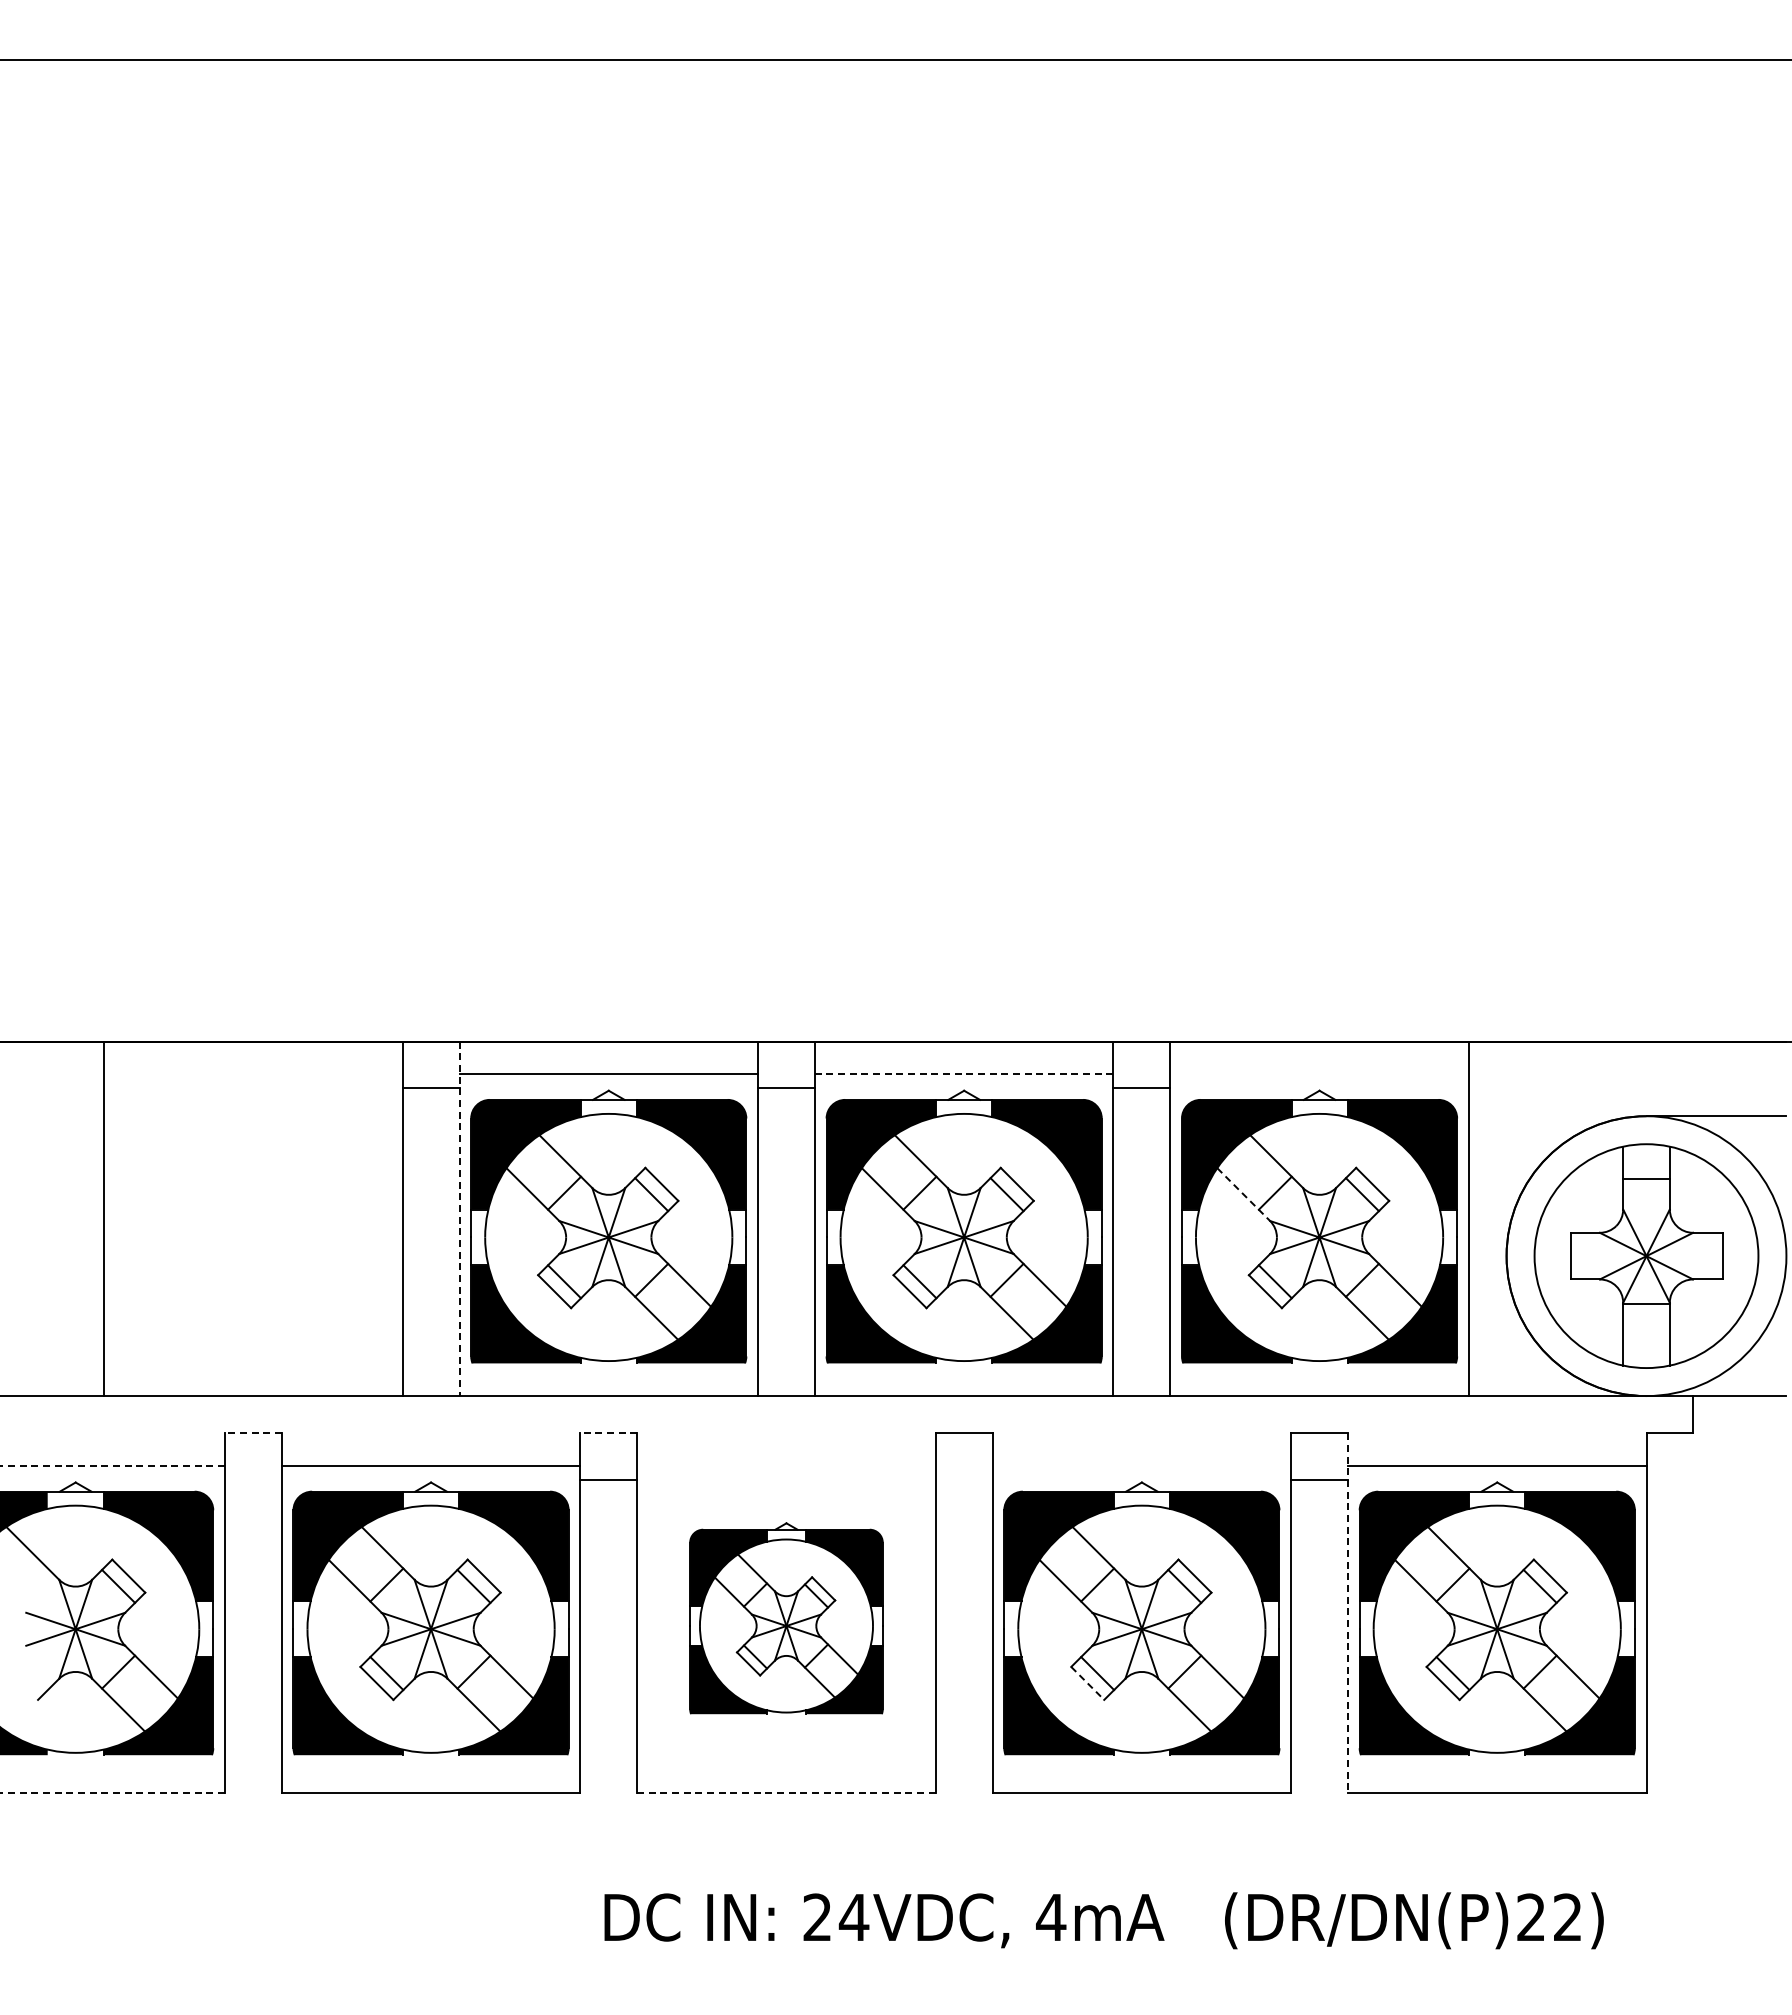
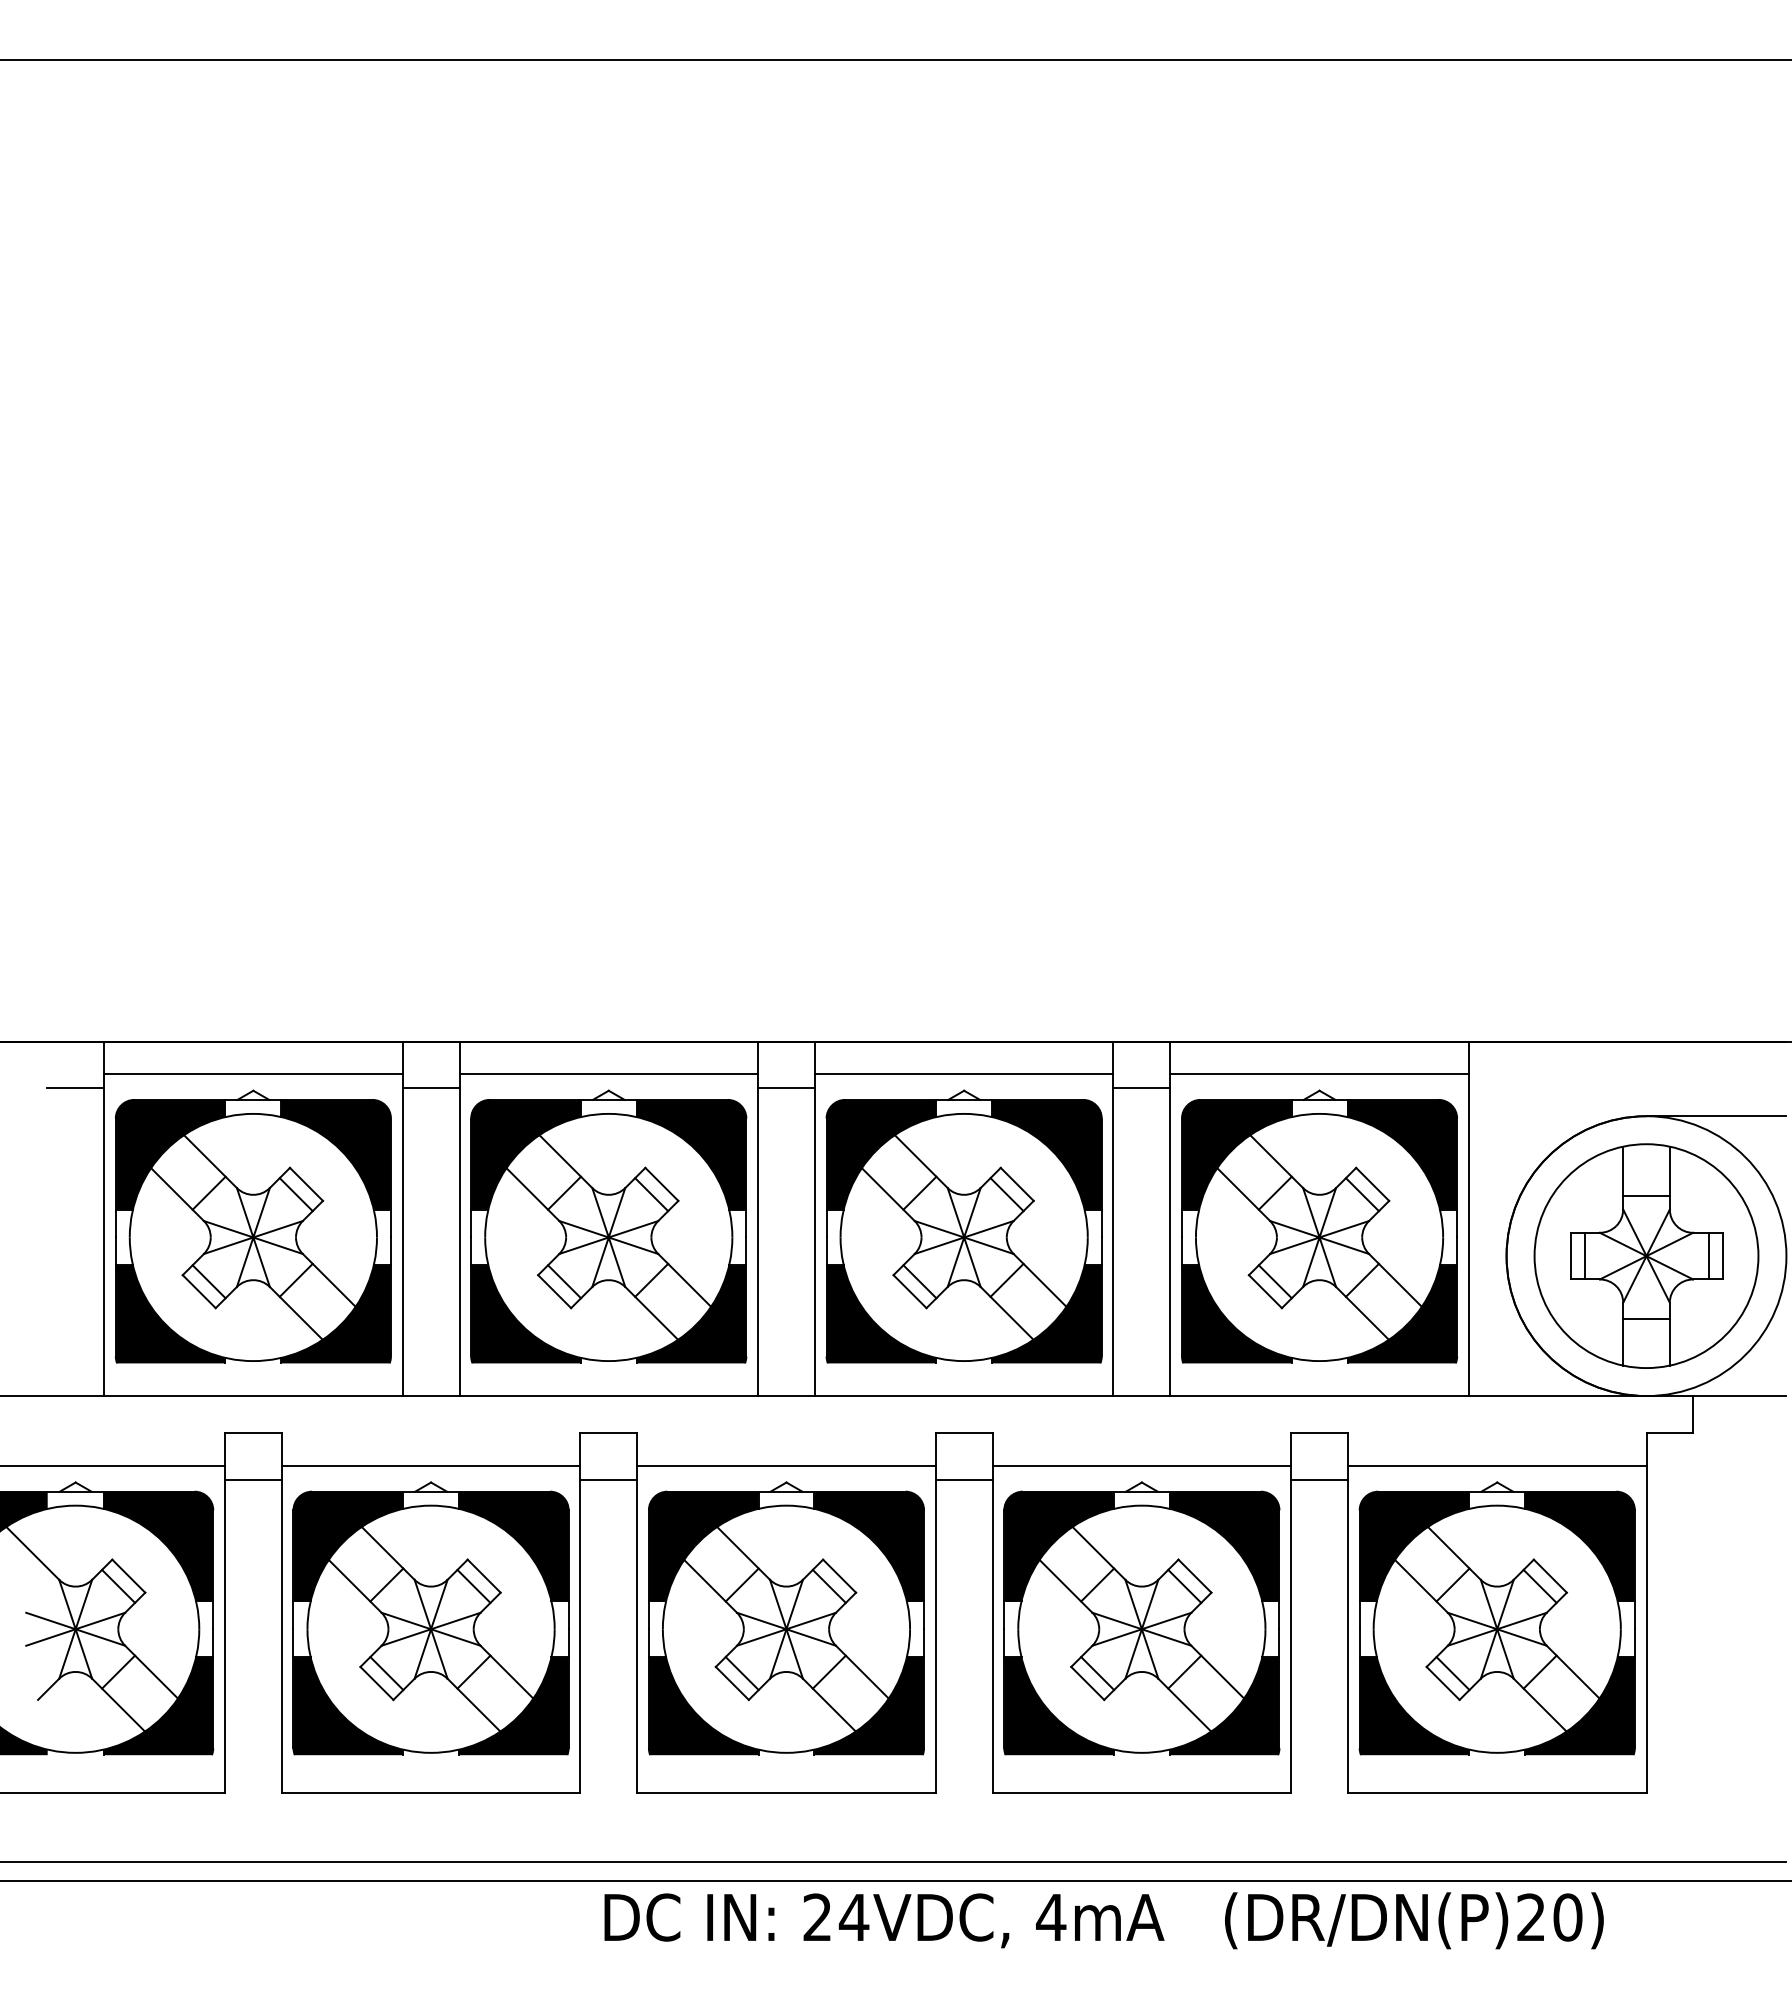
line at (253, 1074): none -> present
line at (963, 1074): dashed -> solid
line at (1319, 1074): none -> present
line at (75, 1088): none -> present
line at (1646, 1178) position: (1646, 1178) -> (1646, 1195)
line at (1244, 1194): dashed -> solid
line at (459, 1219): dashed -> solid
part at (252, 1226): none -> present
line at (1585, 1255): none -> present
line at (1709, 1255): none -> present
line at (1646, 1303) position: (1646, 1303) -> (1646, 1318)
line at (252, 1433): dashed -> solid
line at (608, 1433): dashed -> solid
line at (112, 1466): dashed -> solid
line at (786, 1466): none -> present
line at (1141, 1466): none -> present
line at (252, 1480): none -> present
line at (963, 1480): none -> present
line at (1348, 1612): dashed -> solid
part at (786, 1618) size: 195x193 px -> 277x275 px
line at (1088, 1683): dashed -> solid
line at (112, 1792): dashed -> solid
line at (785, 1792): dashed -> solid
line at (894, 1862): none -> present
line at (895, 1881): none -> present
text at (1567, 1917): (DR/DN(P)22) -> (DR/DN(P)20)
